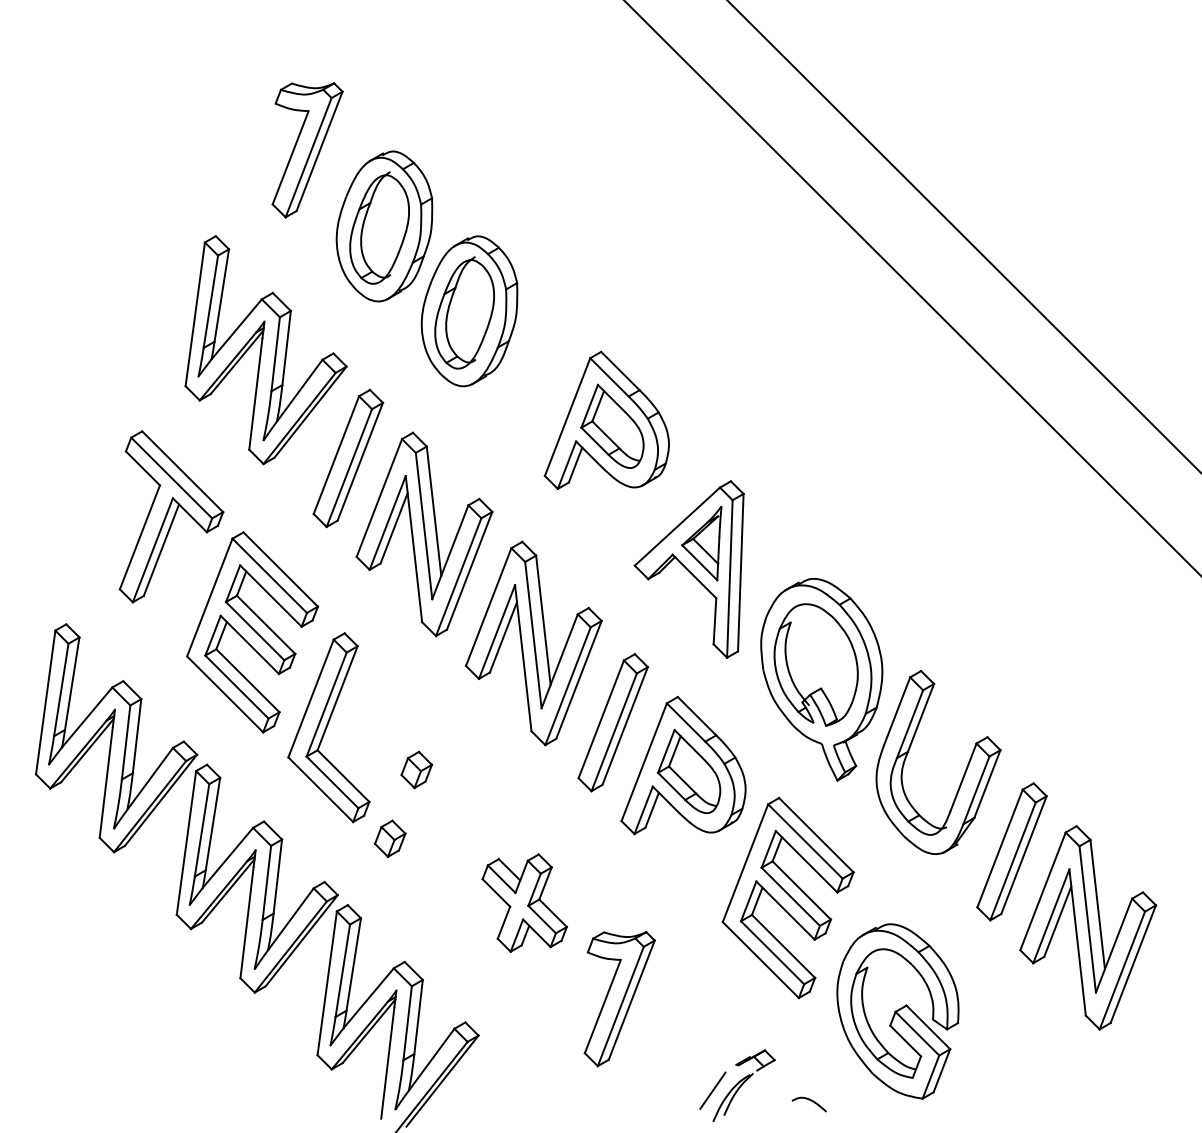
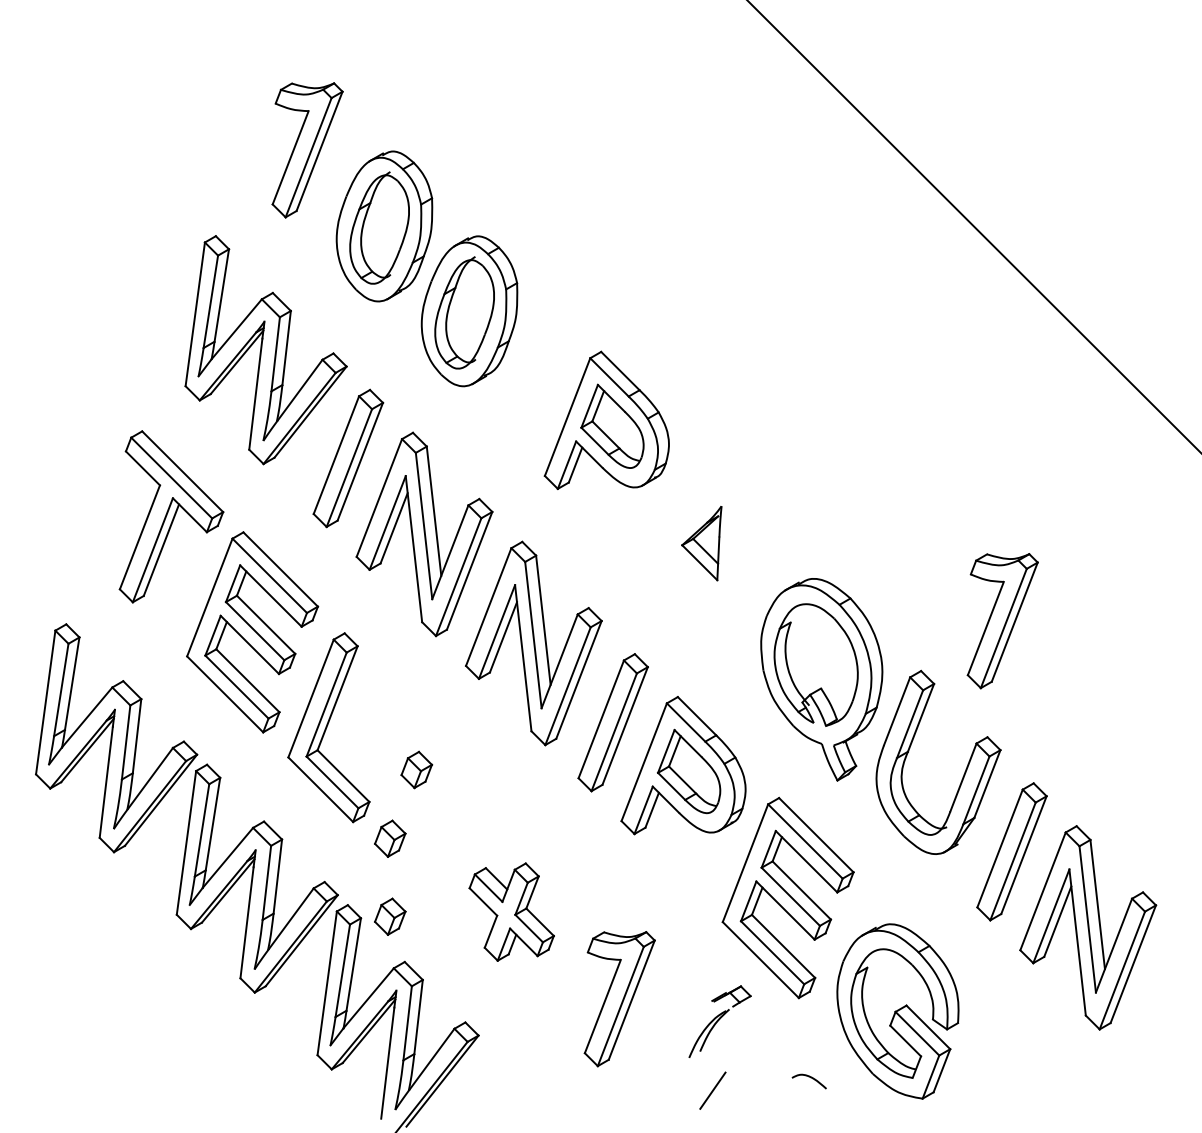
line at (963, 236) position: (963, 236) -> (973, 226)
line at (912, 287): present -> none
part at (688, 569): present -> none
part at (1002, 621): none -> present
part at (524, 902) position: (524, 902) -> (511, 911)
part at (390, 916): none -> present
part at (743, 1085) position: (743, 1085) -> (719, 1021)
curve at (810, 1101) position: (810, 1101) -> (810, 1078)
